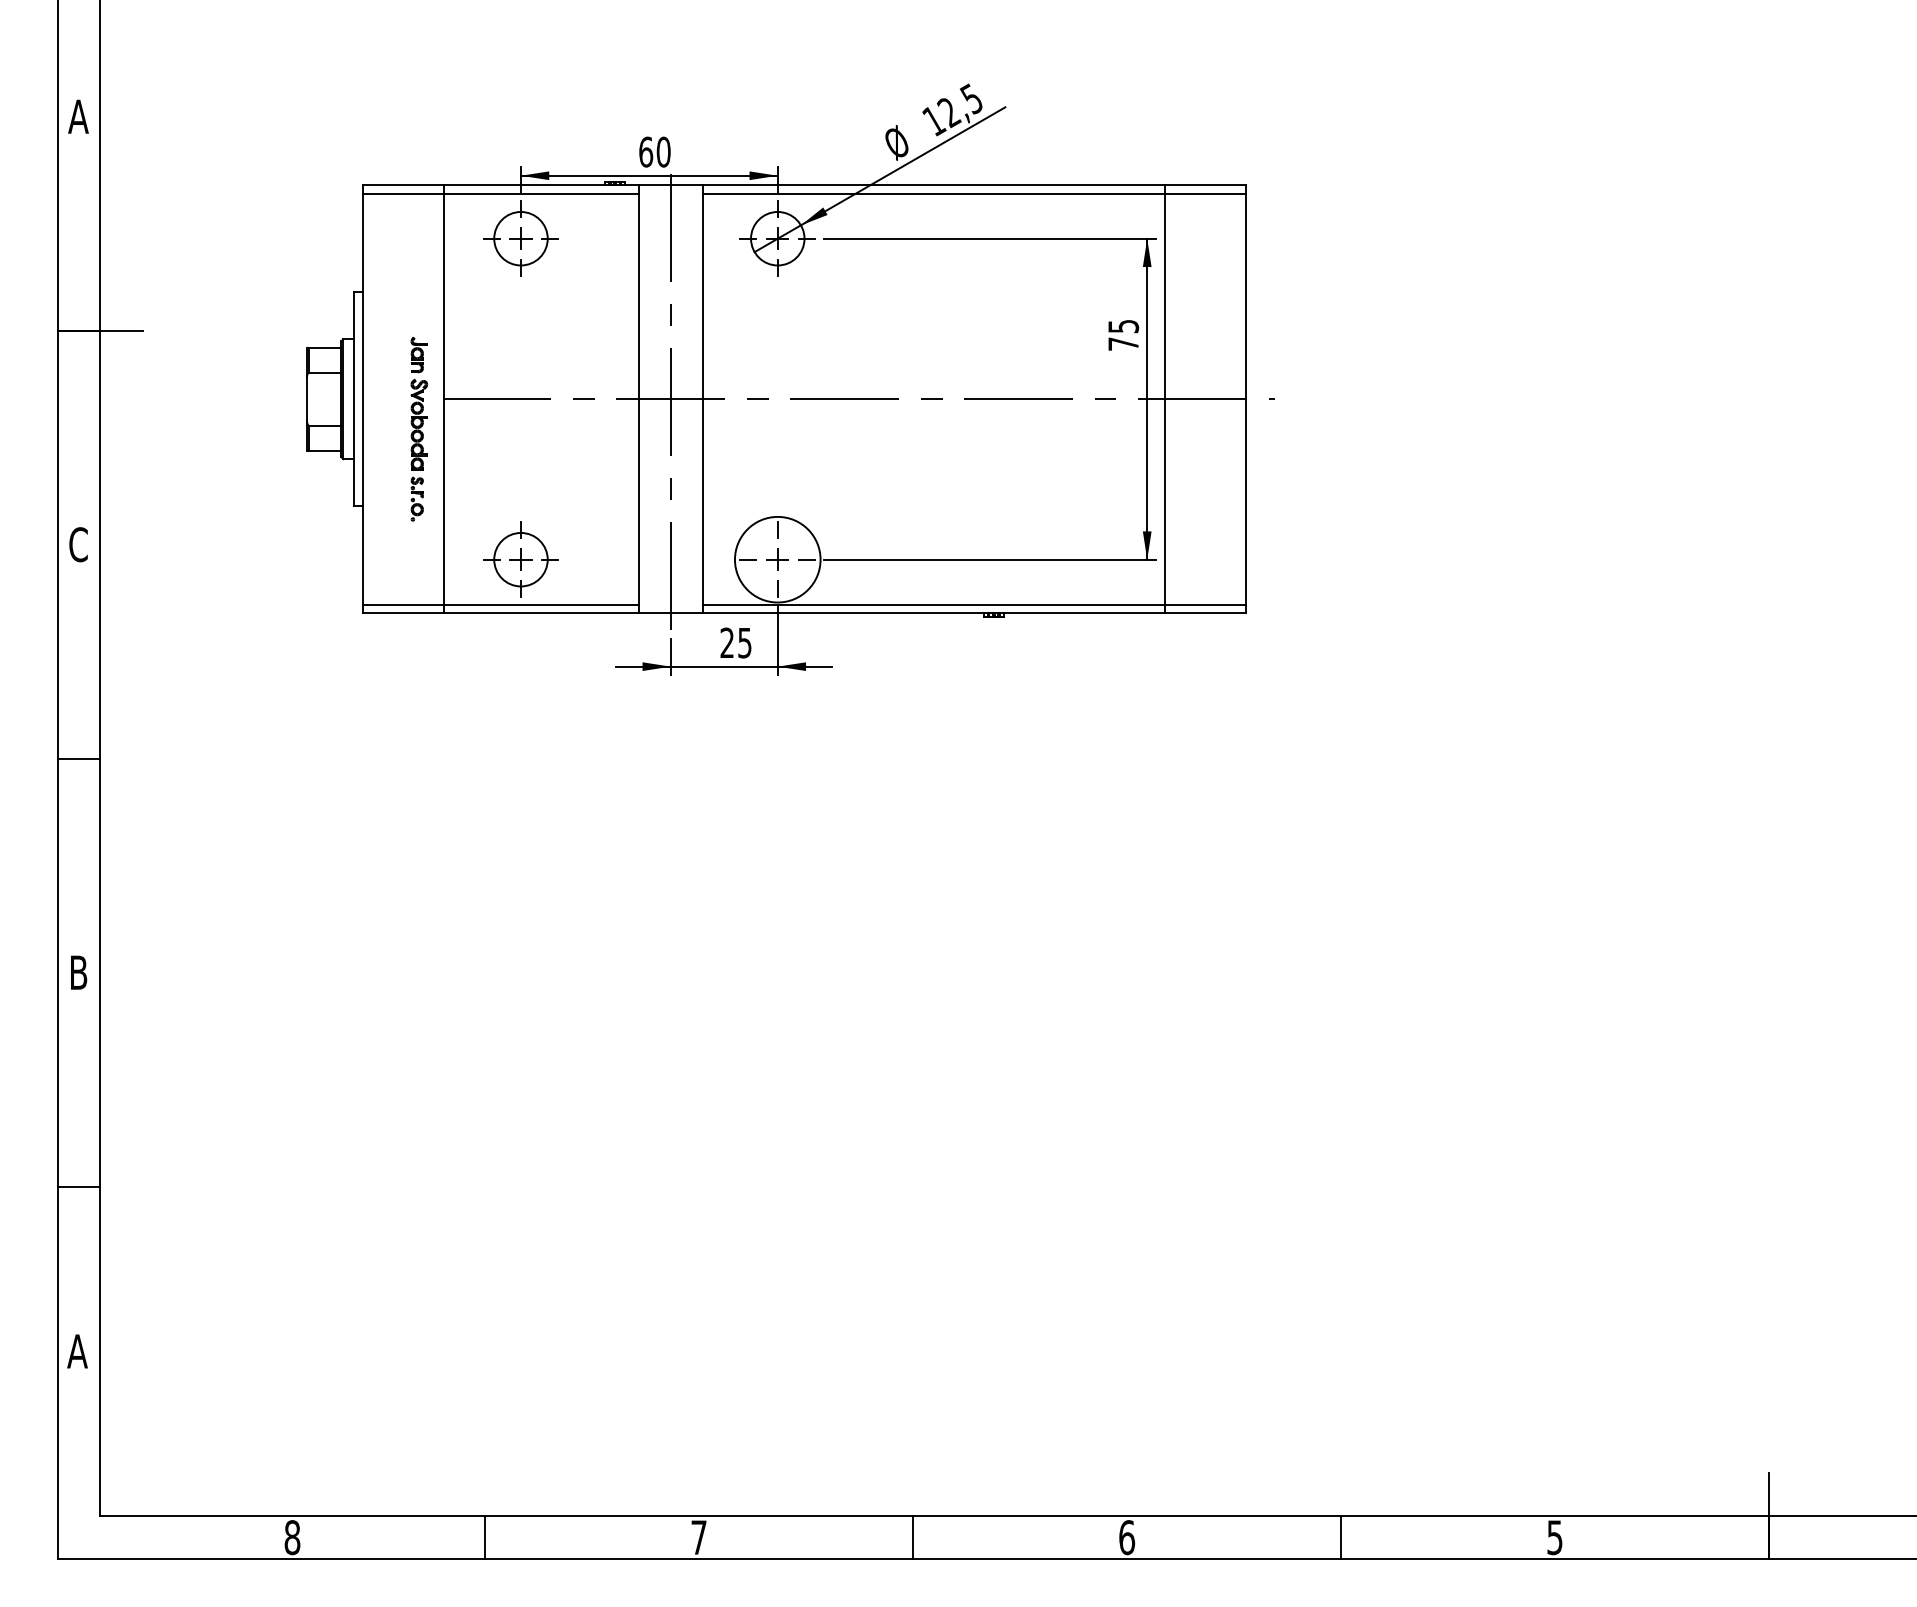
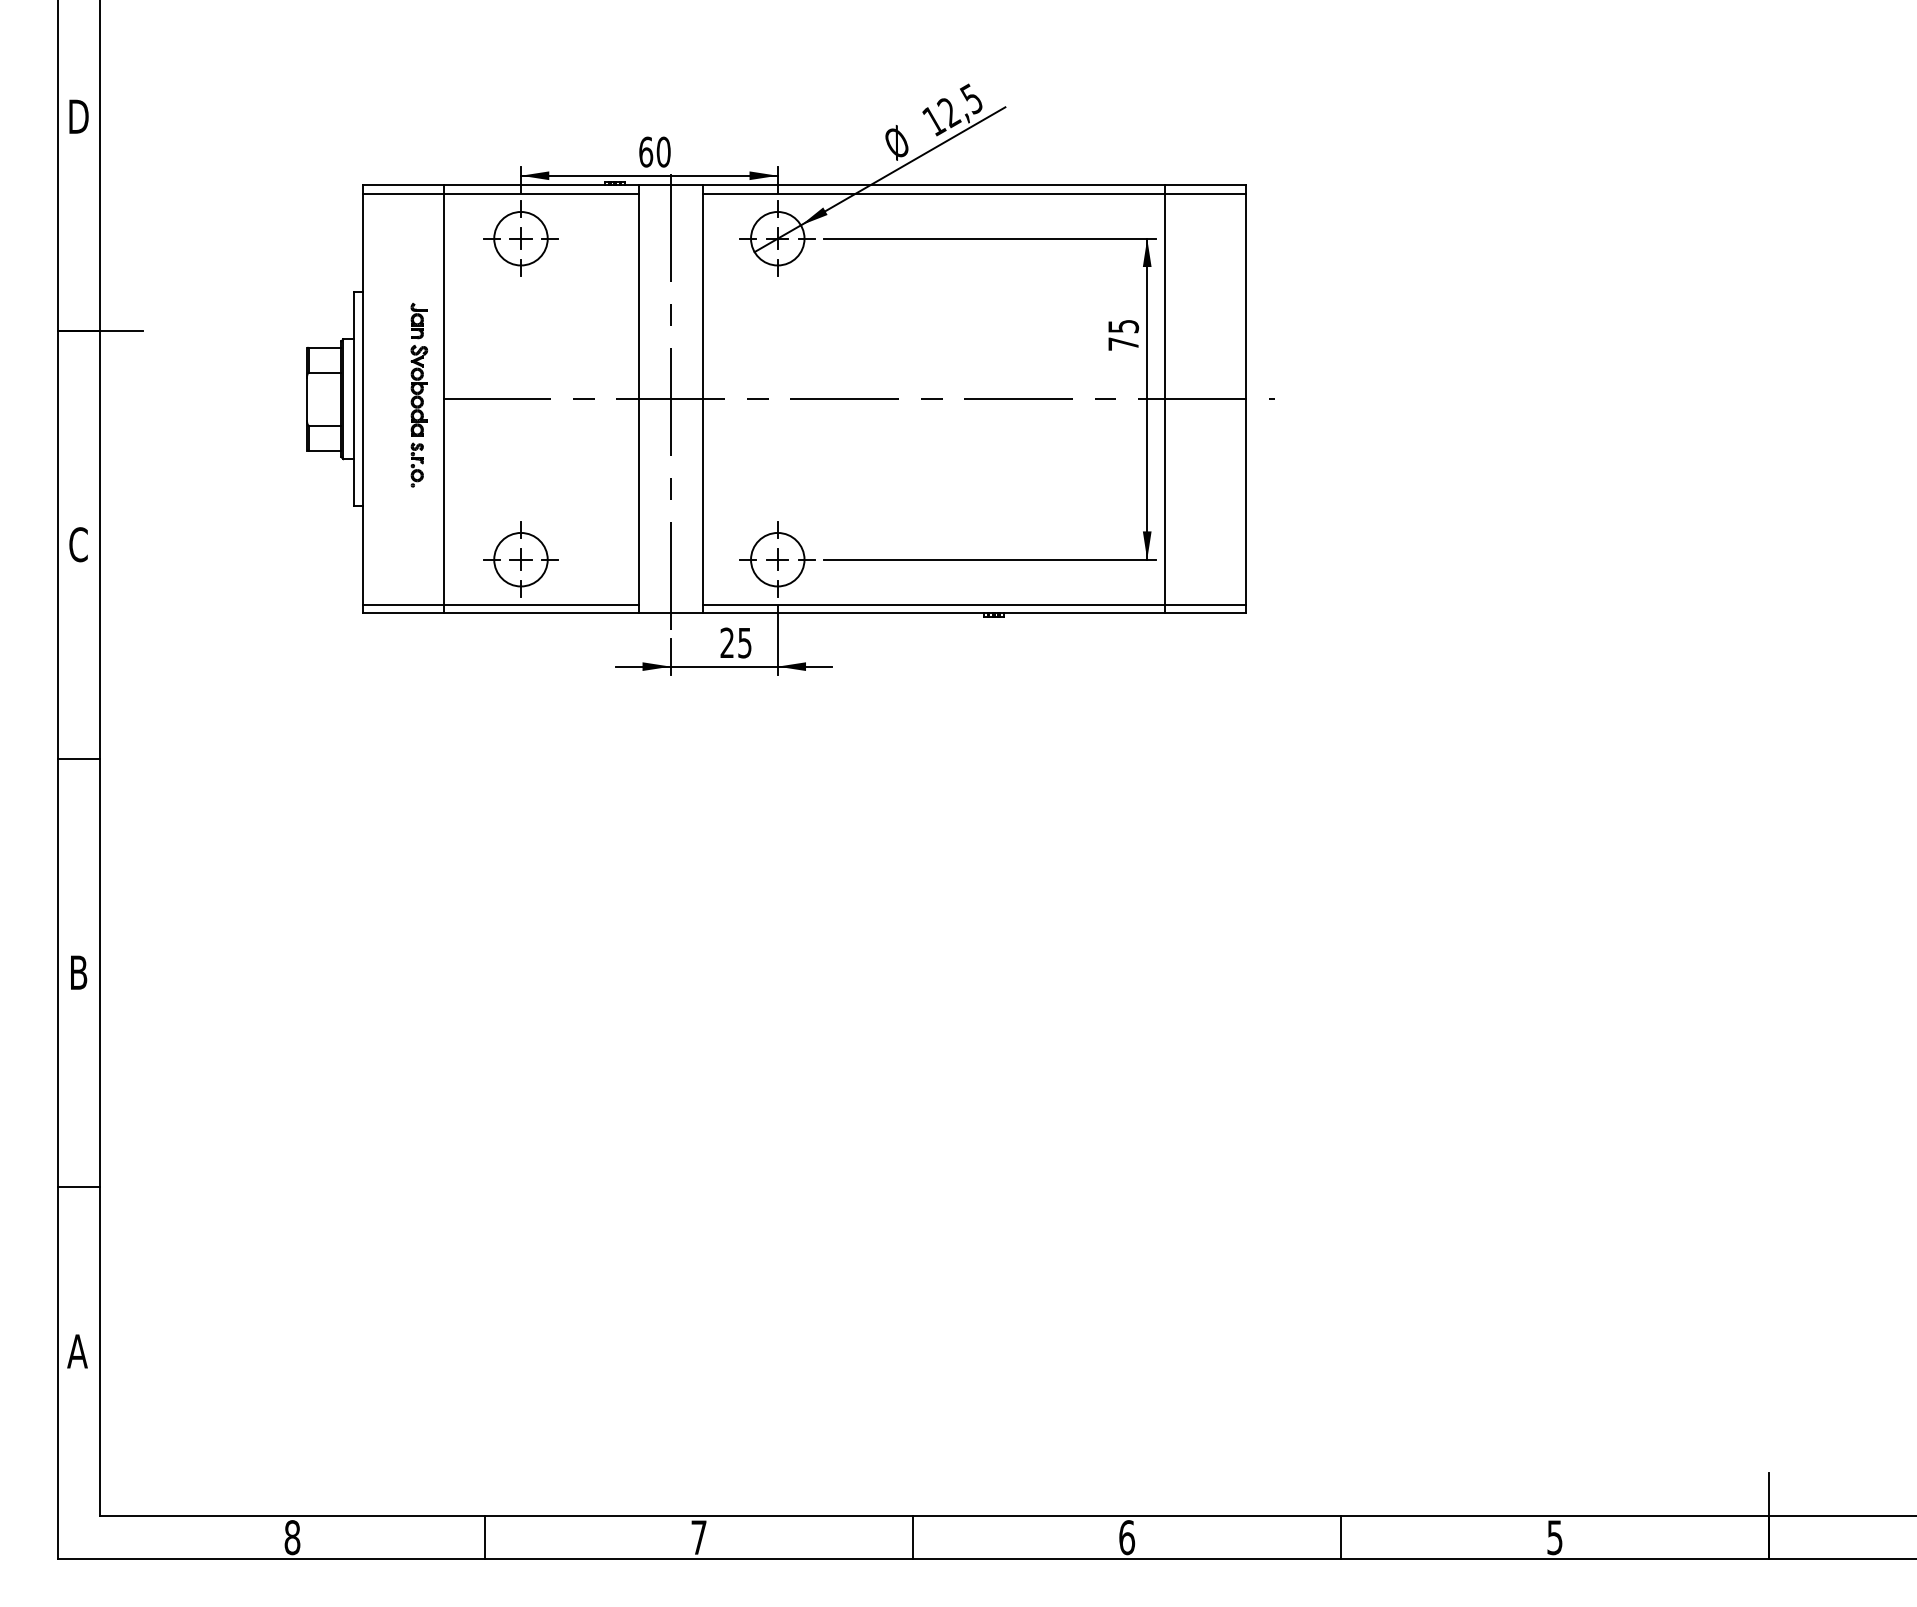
text at (78, 116): A -> D
part at (419, 428) position: (419, 428) -> (419, 394)
circle at (777, 559) diameter: 86 px -> 53 px
